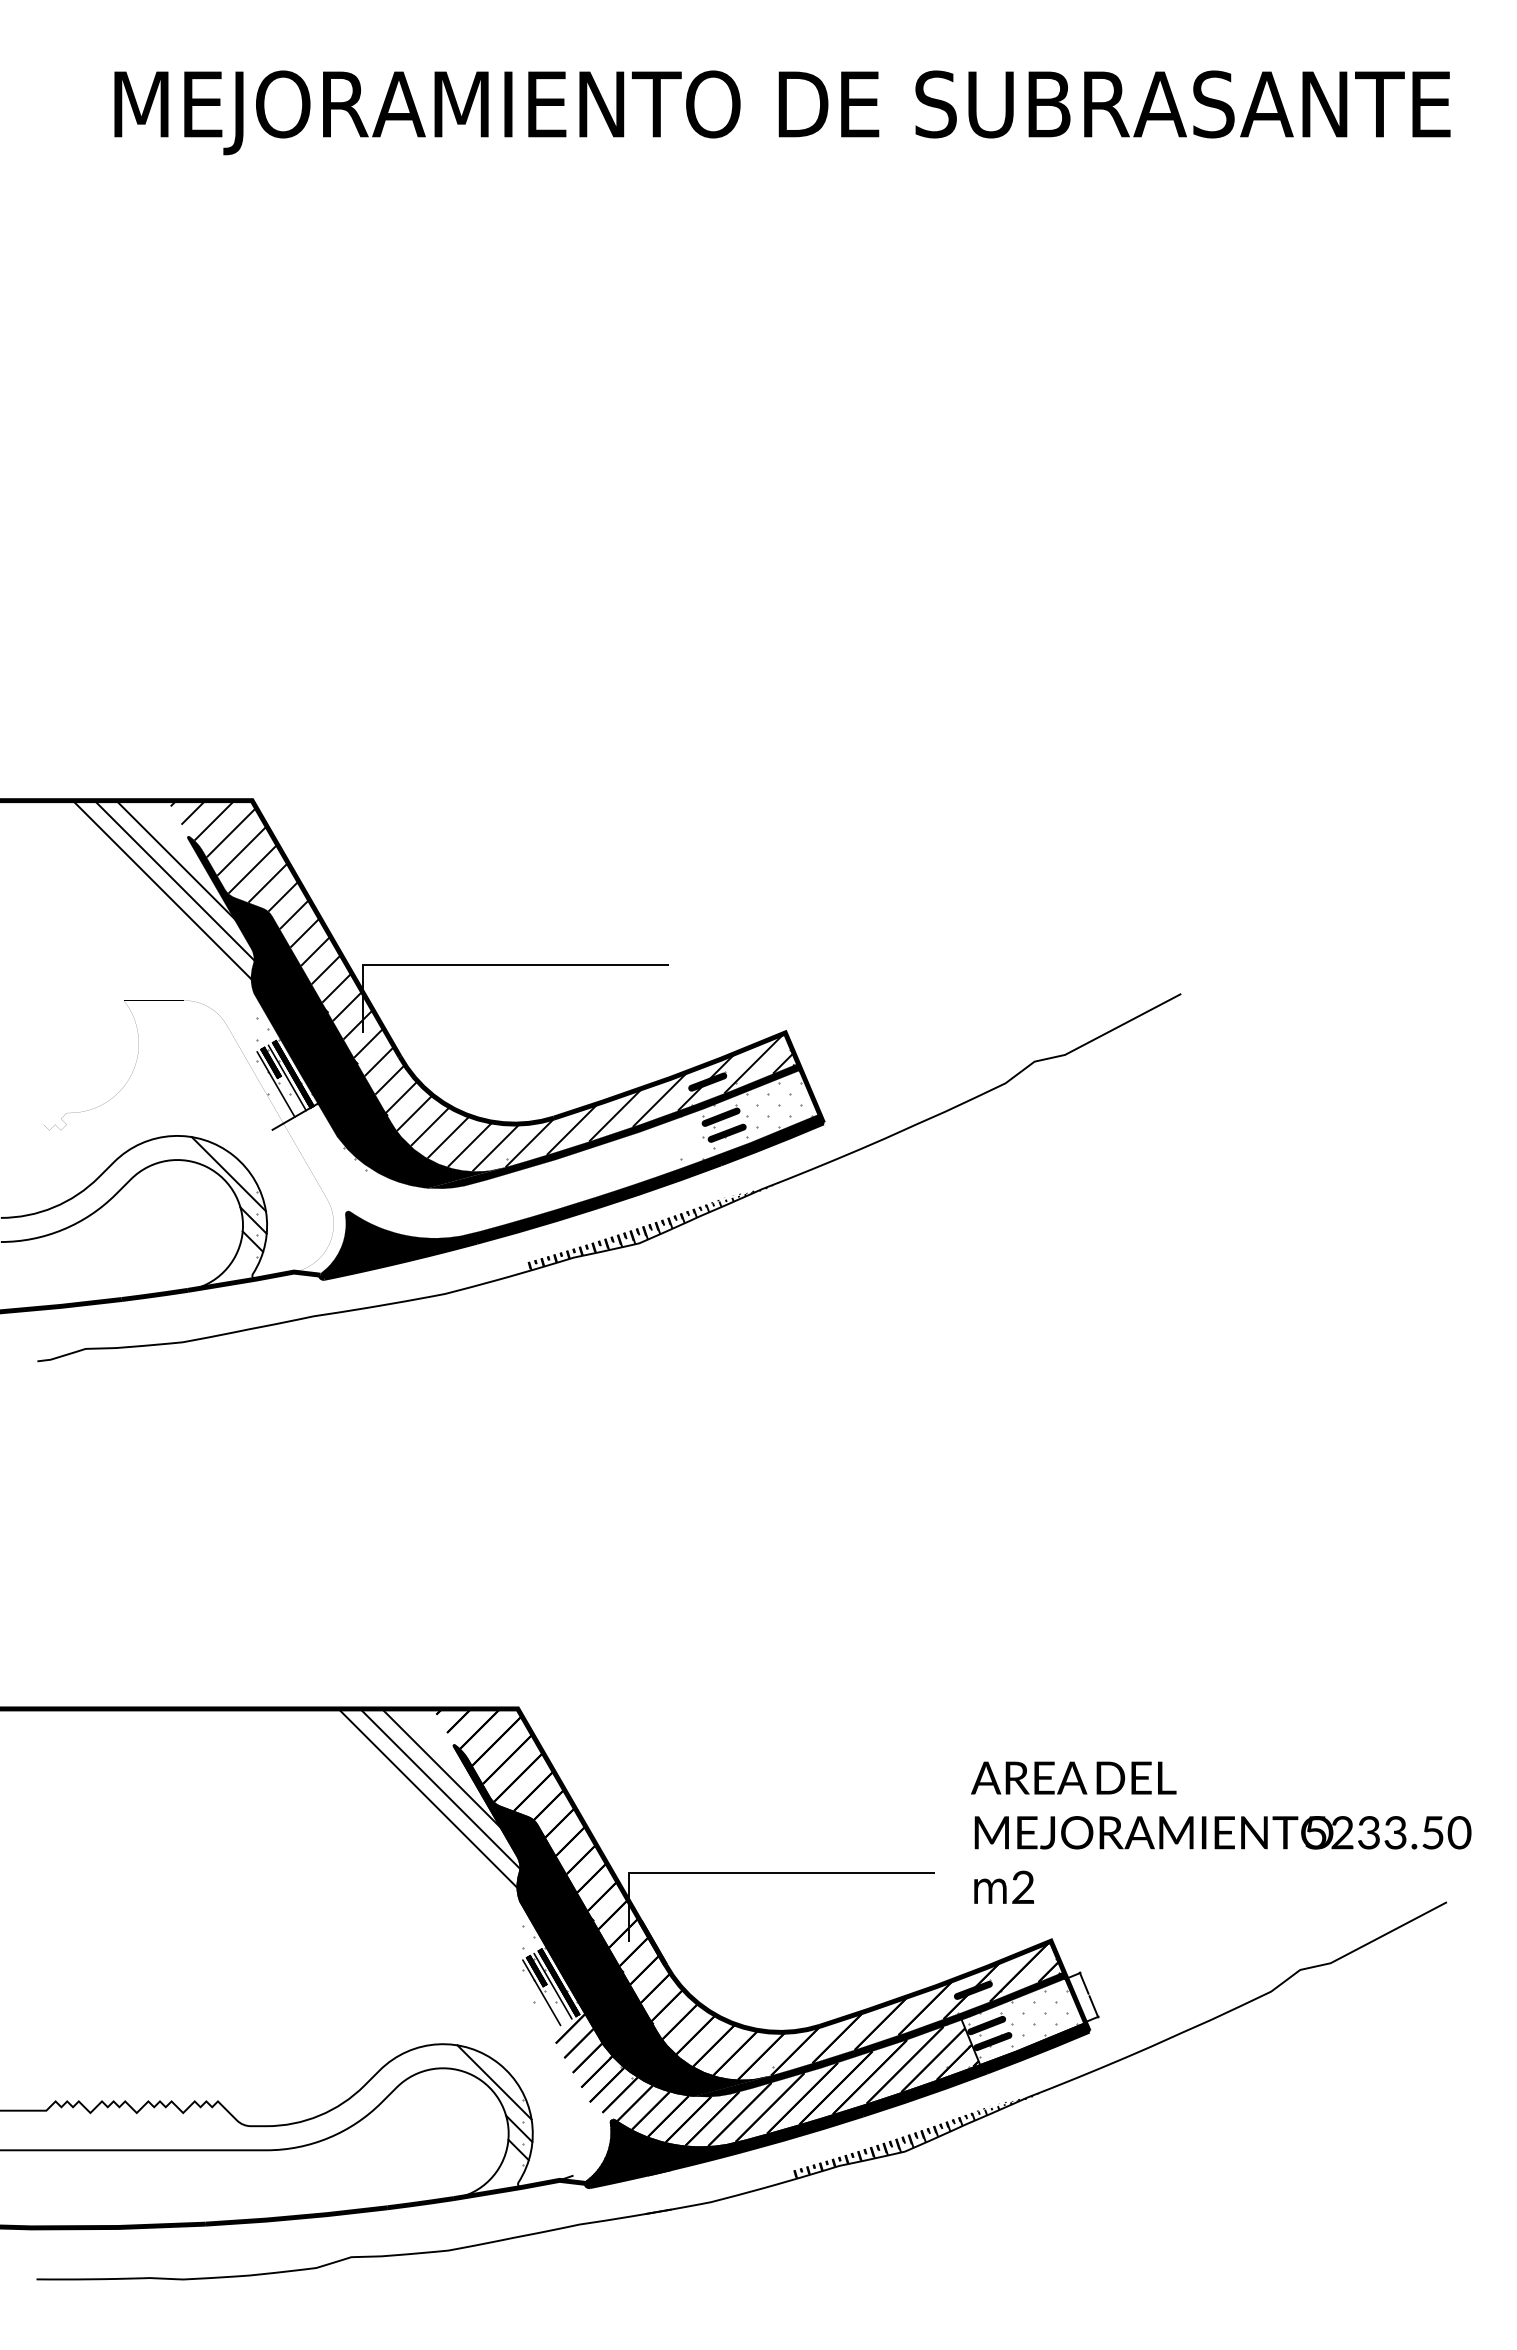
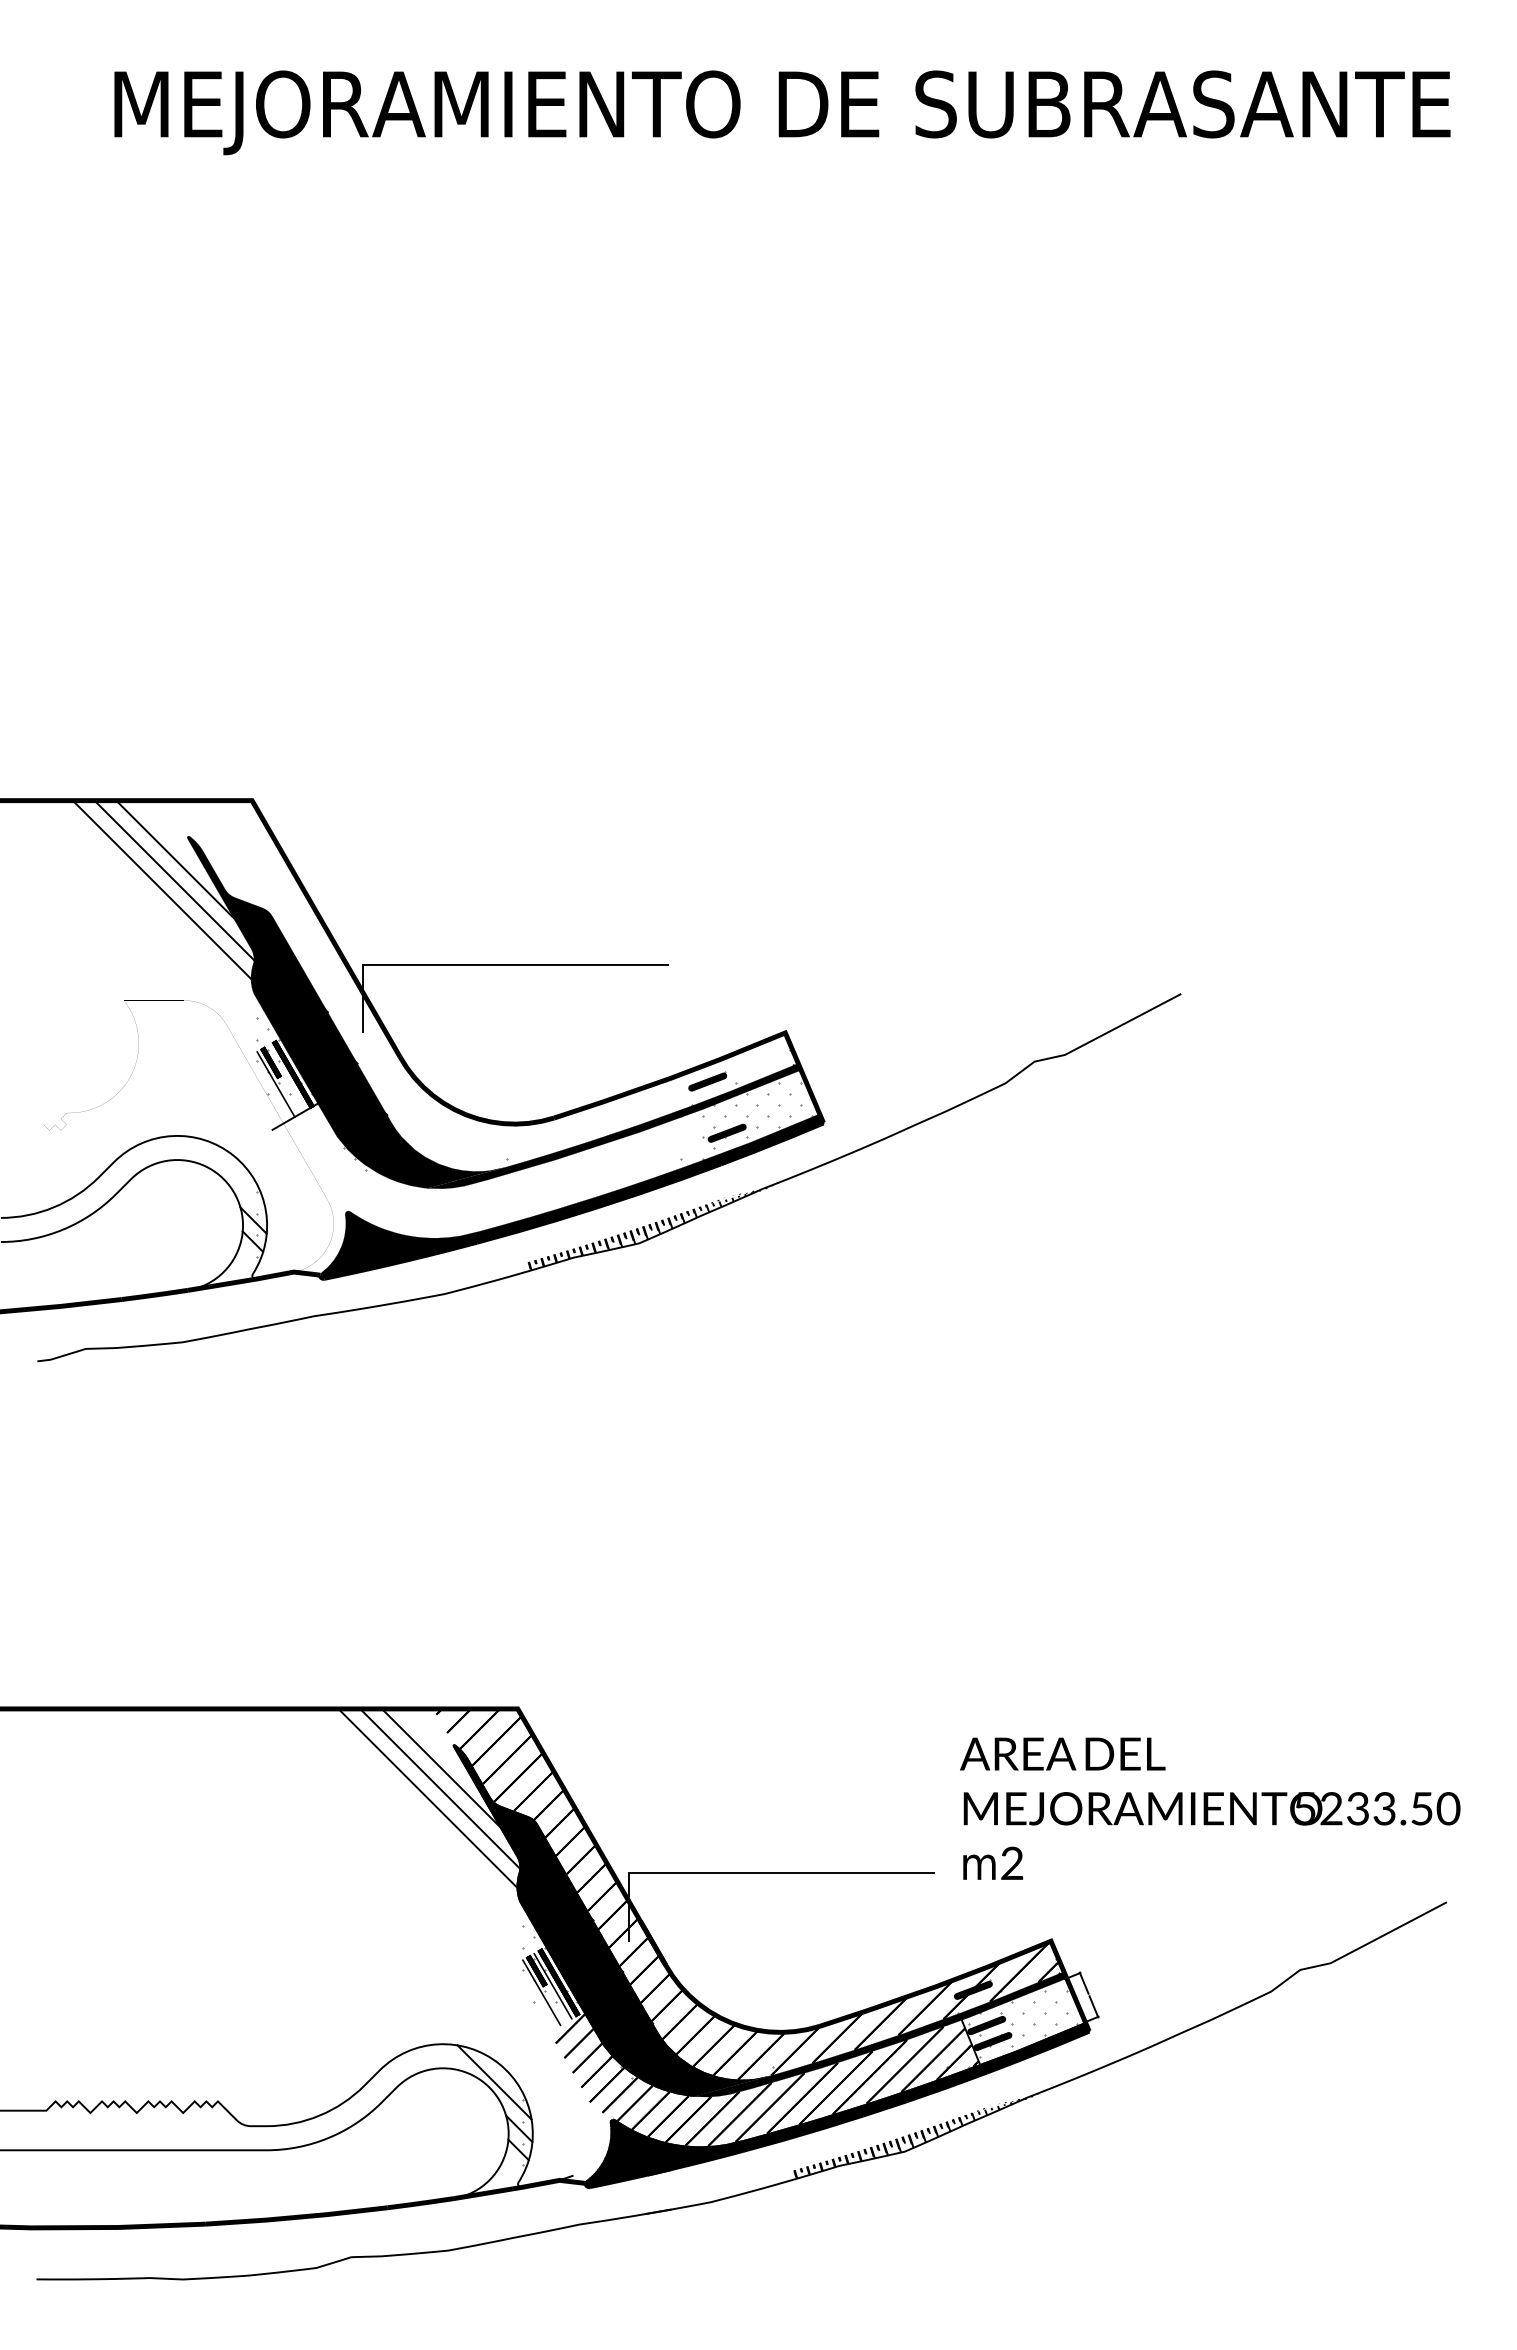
hatch at (481, 985): present -> none
fill at (287, 1077): present -> none
fill at (720, 1116): present -> none
line at (228, 1174): present -> none
text at (1221, 1832) position: (1221, 1832) -> (1210, 1808)
